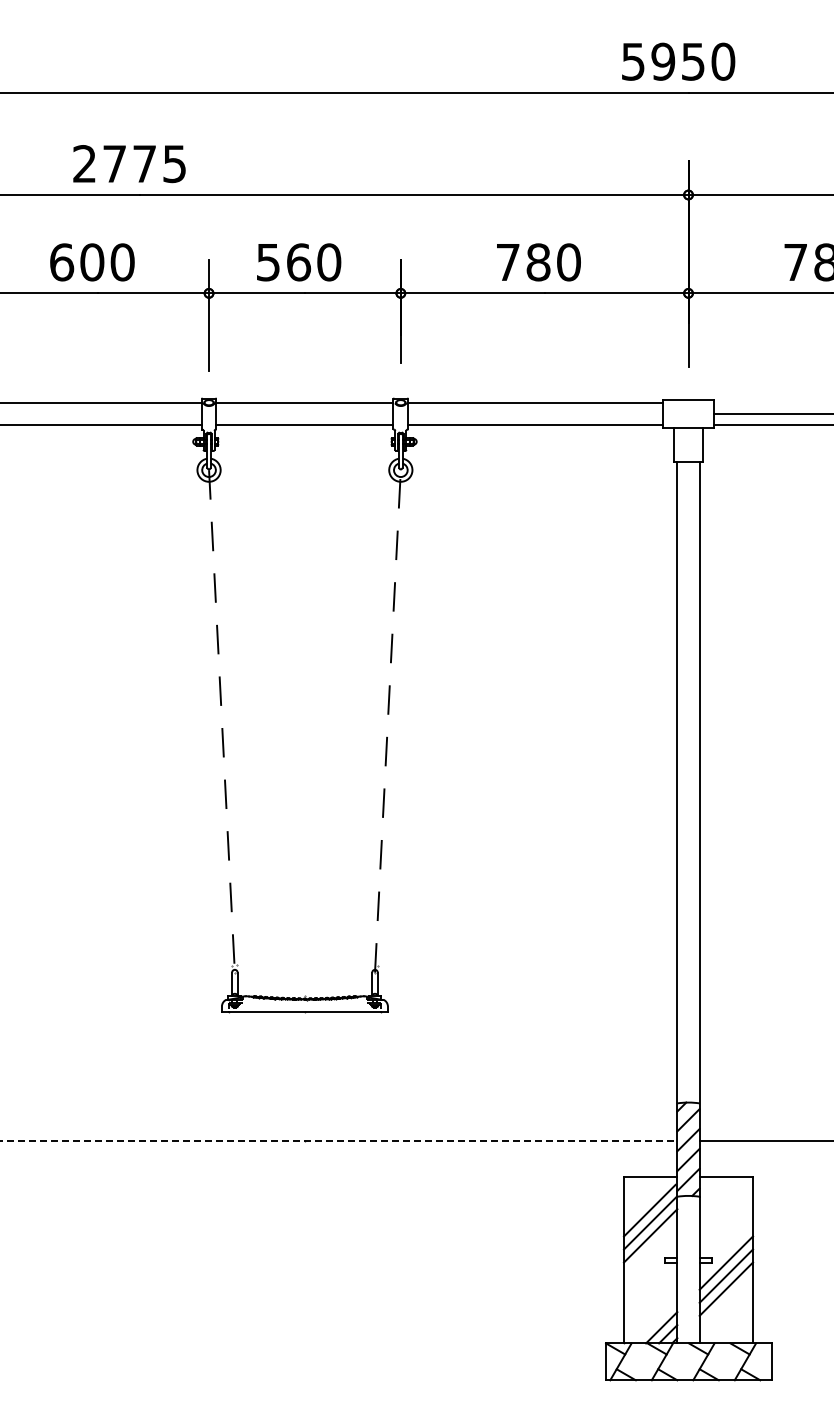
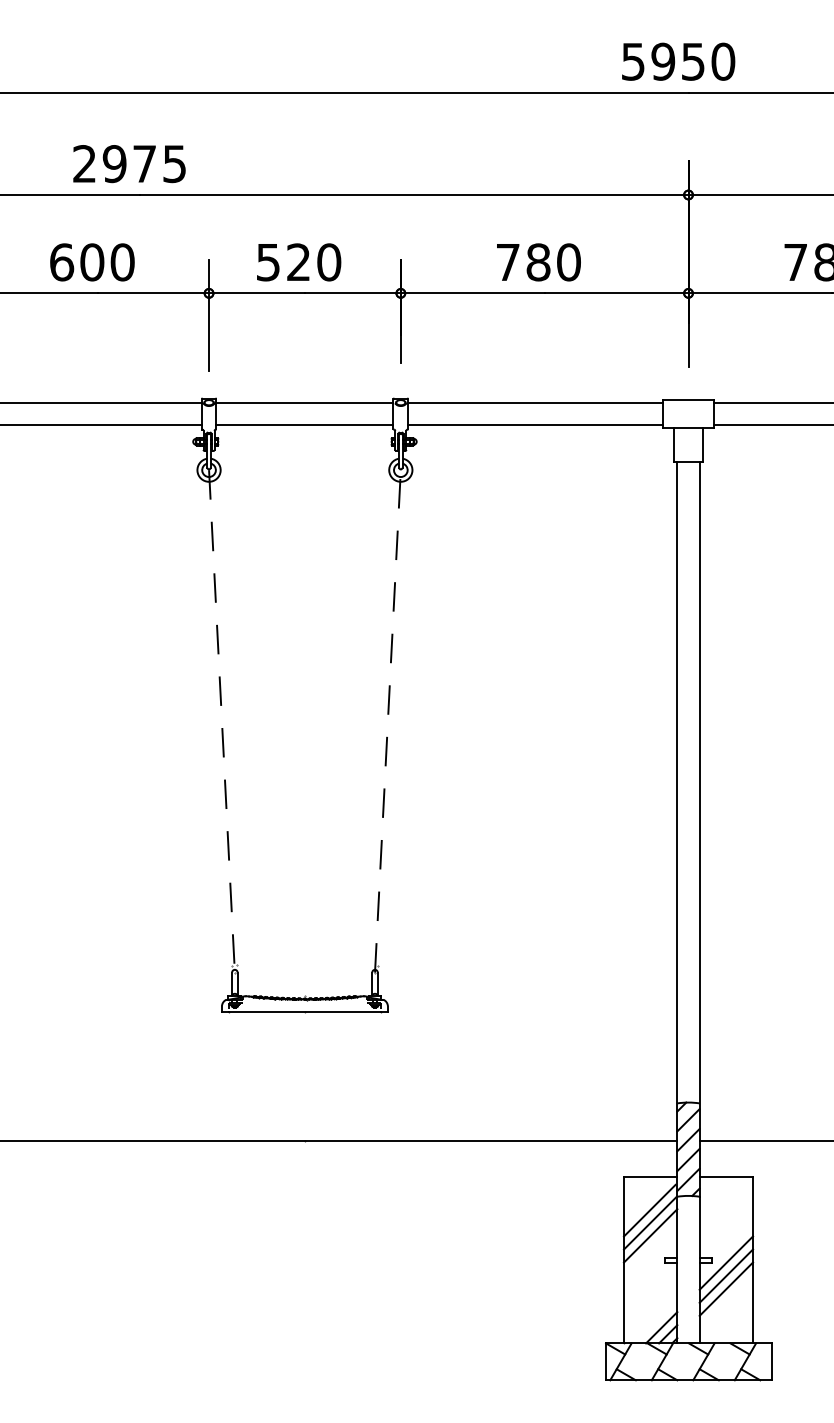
text at (114, 164): 2775 -> 2975
text at (299, 262): 560 -> 520
line at (772, 413) position: (772, 413) -> (772, 402)
line at (338, 1140): dashed -> solid
